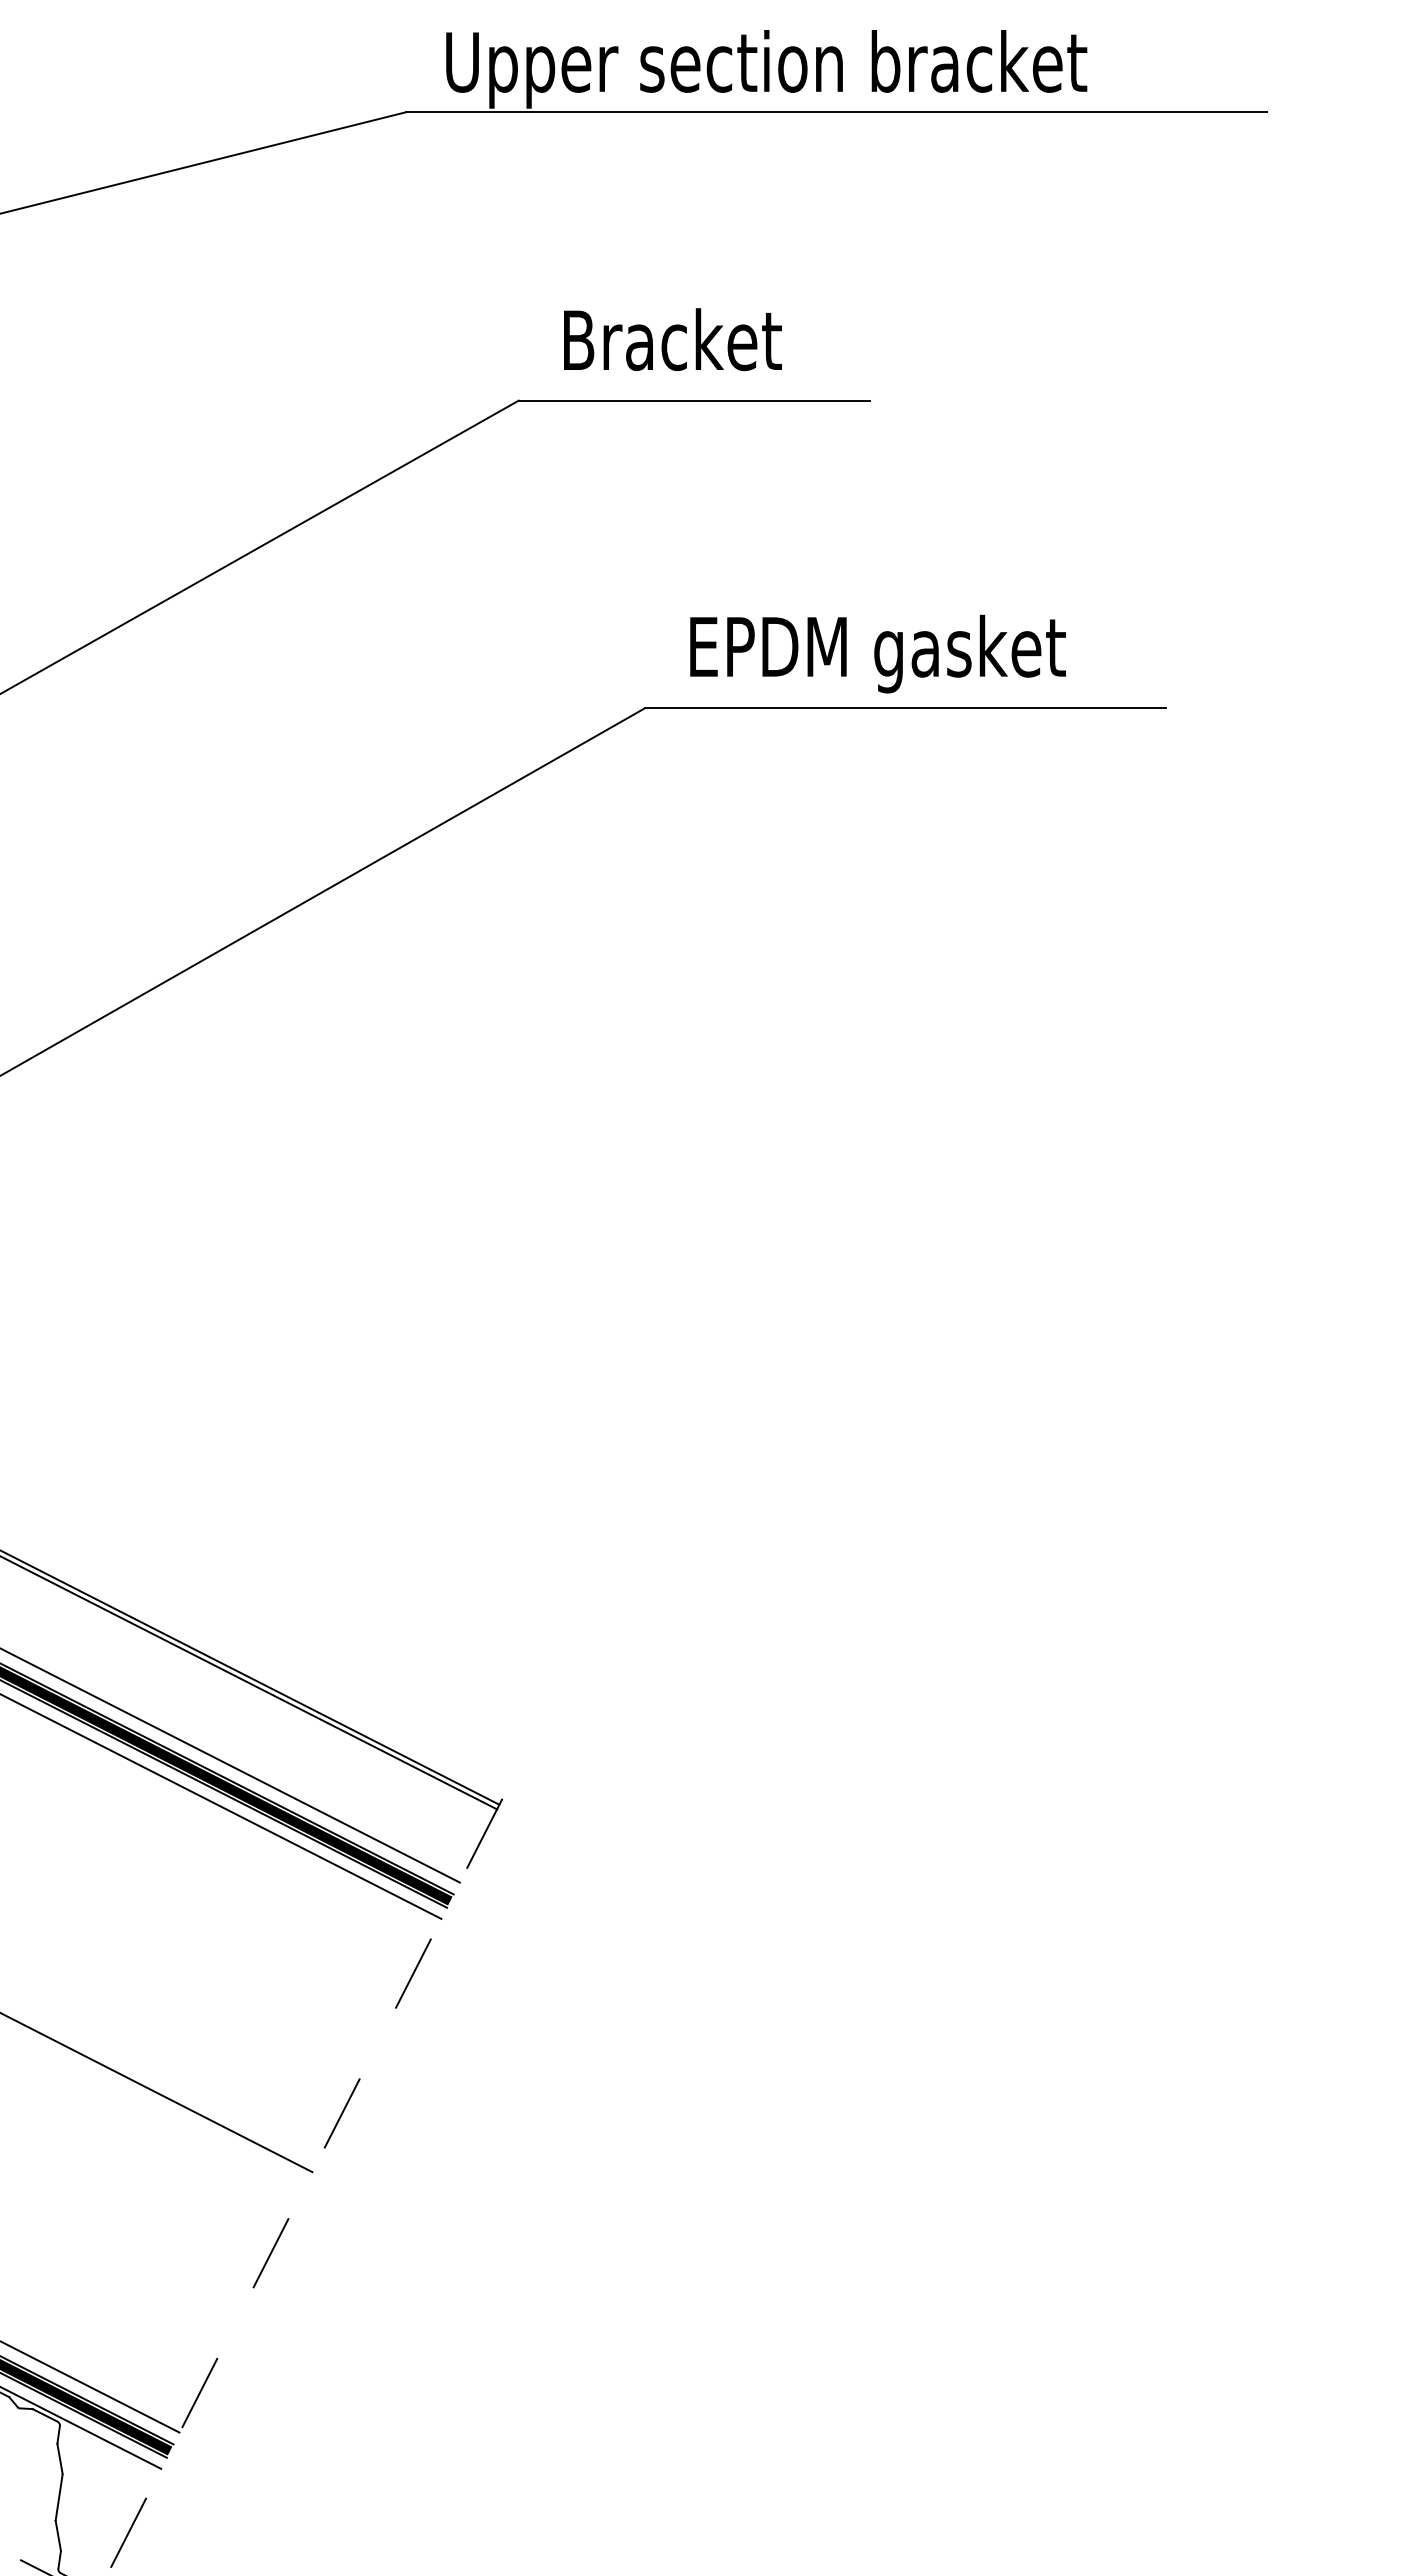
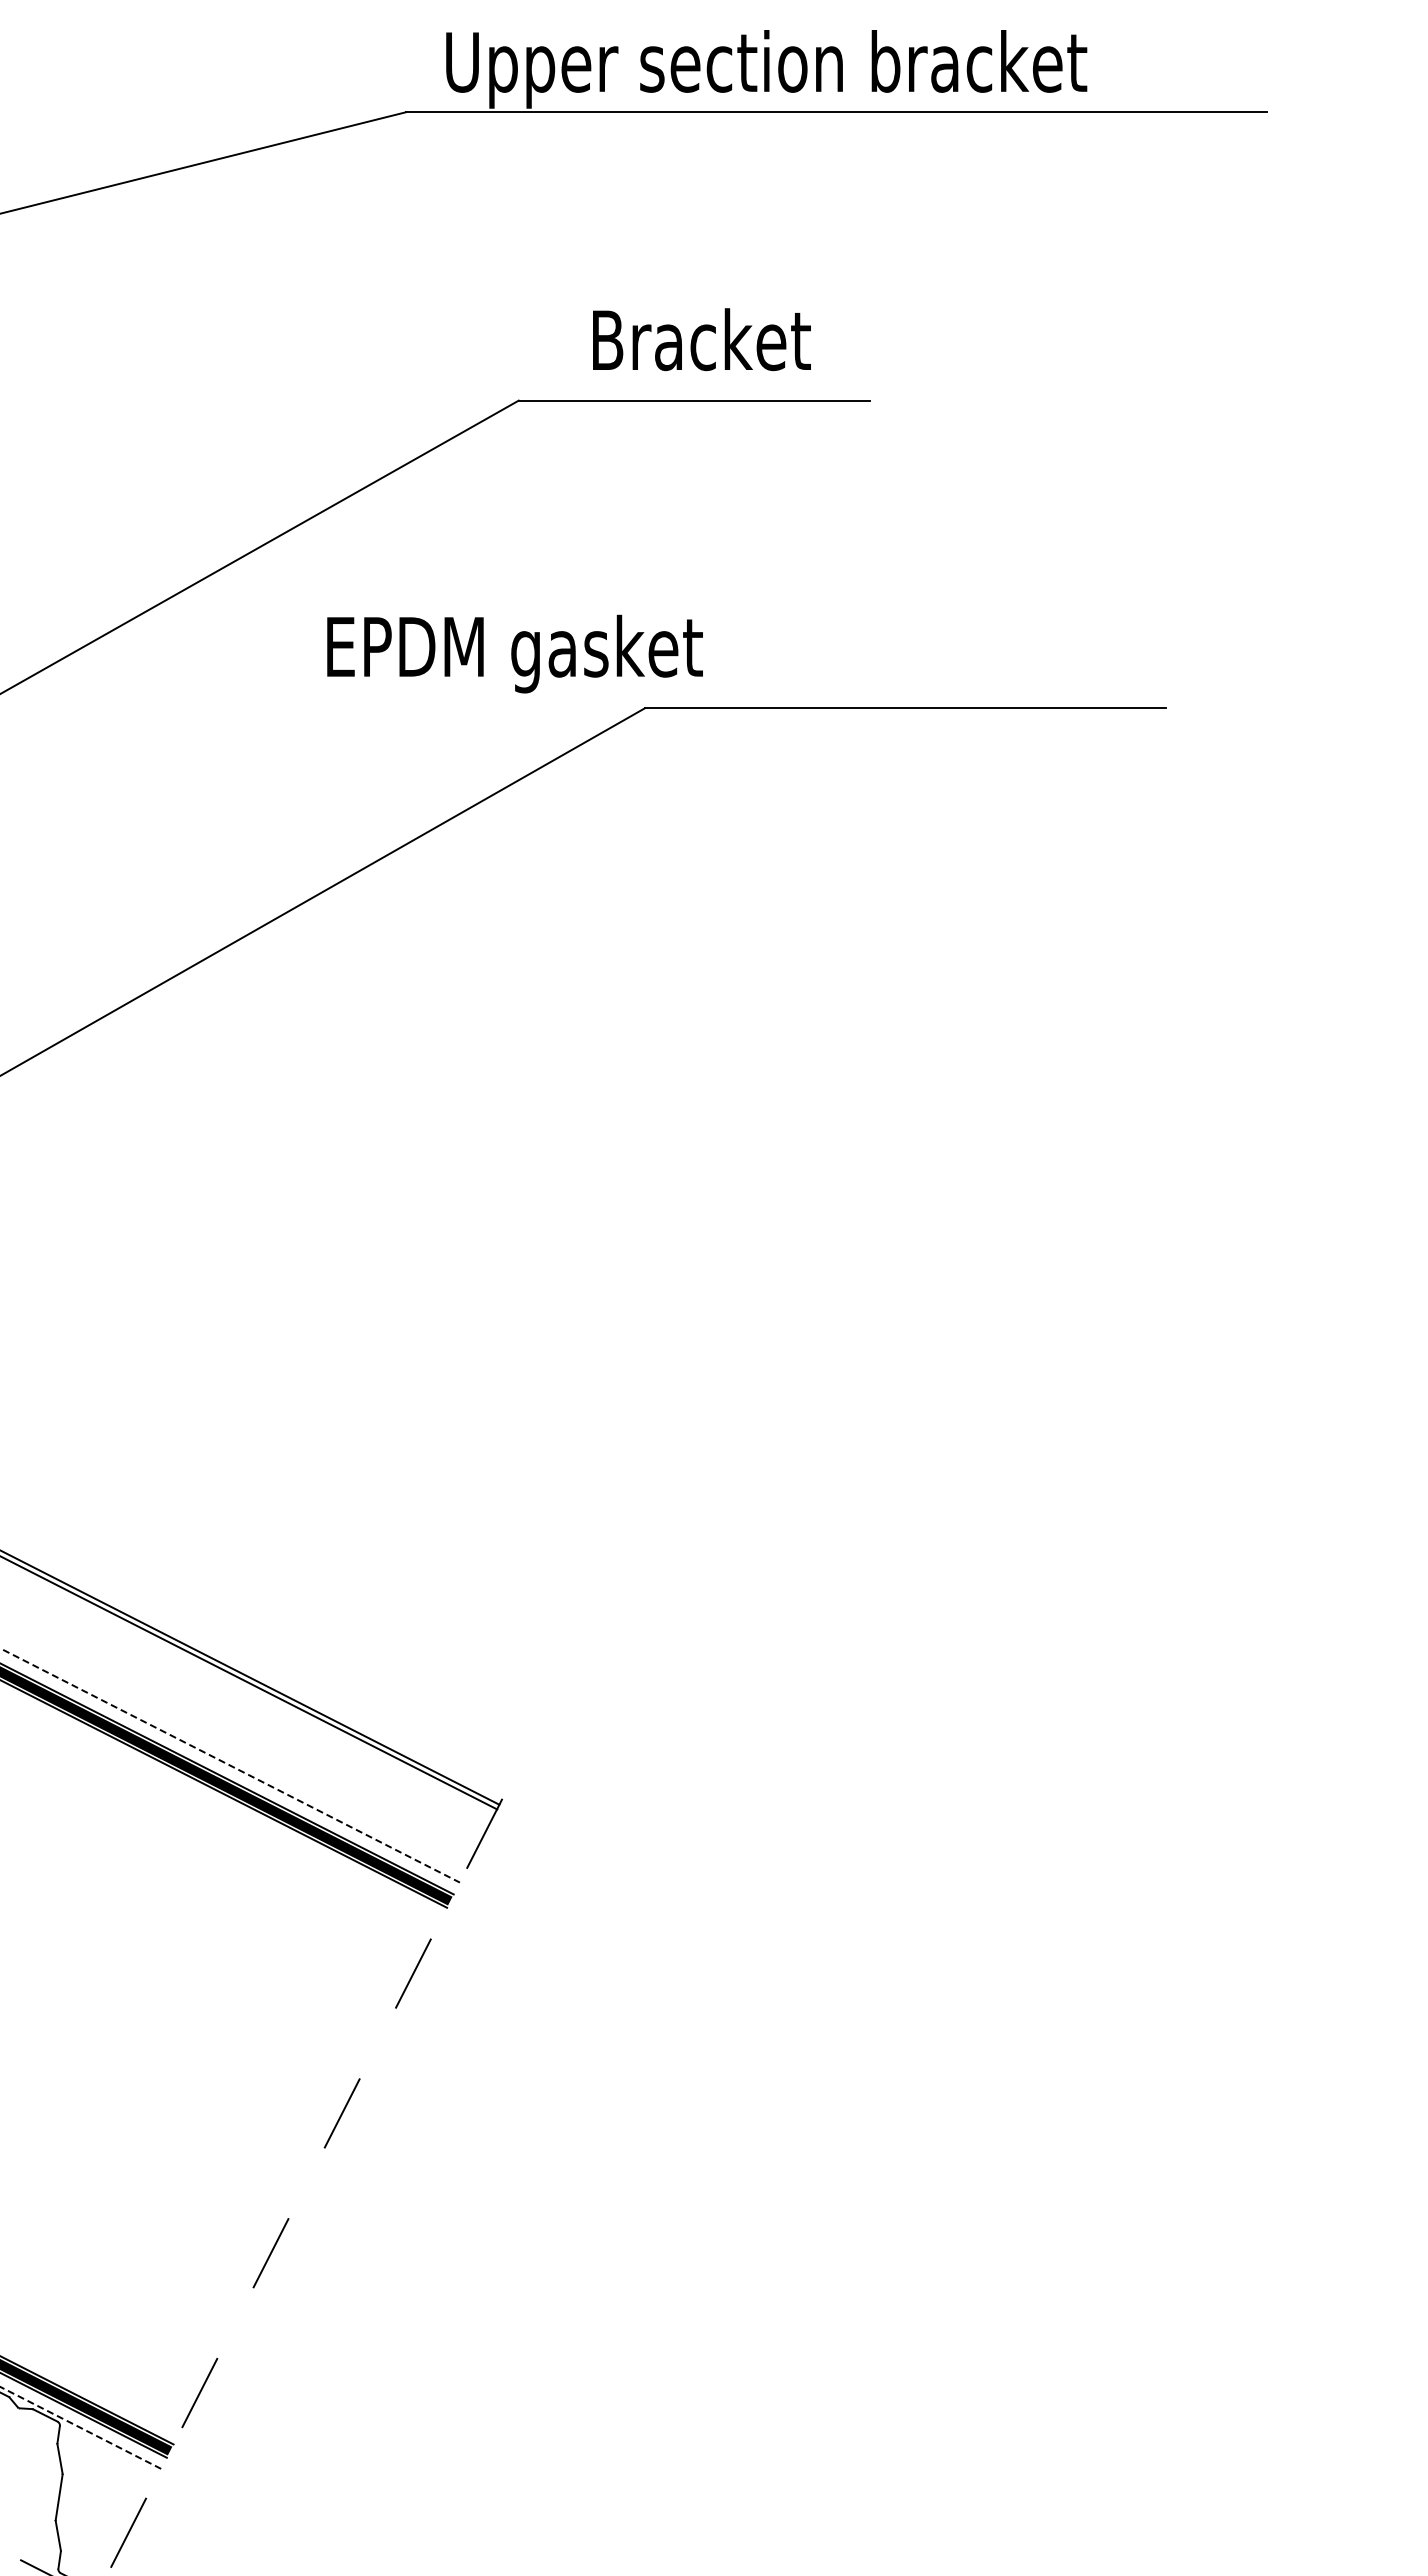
text at (672, 339) position: (672, 339) -> (701, 339)
text at (877, 653) position: (877, 653) -> (514, 653)
line at (230, 1765): solid -> dashed
line at (221, 1806): present -> none
line at (157, 2092): present -> none
line at (90, 2387): present -> none
line at (81, 2428): solid -> dashed
